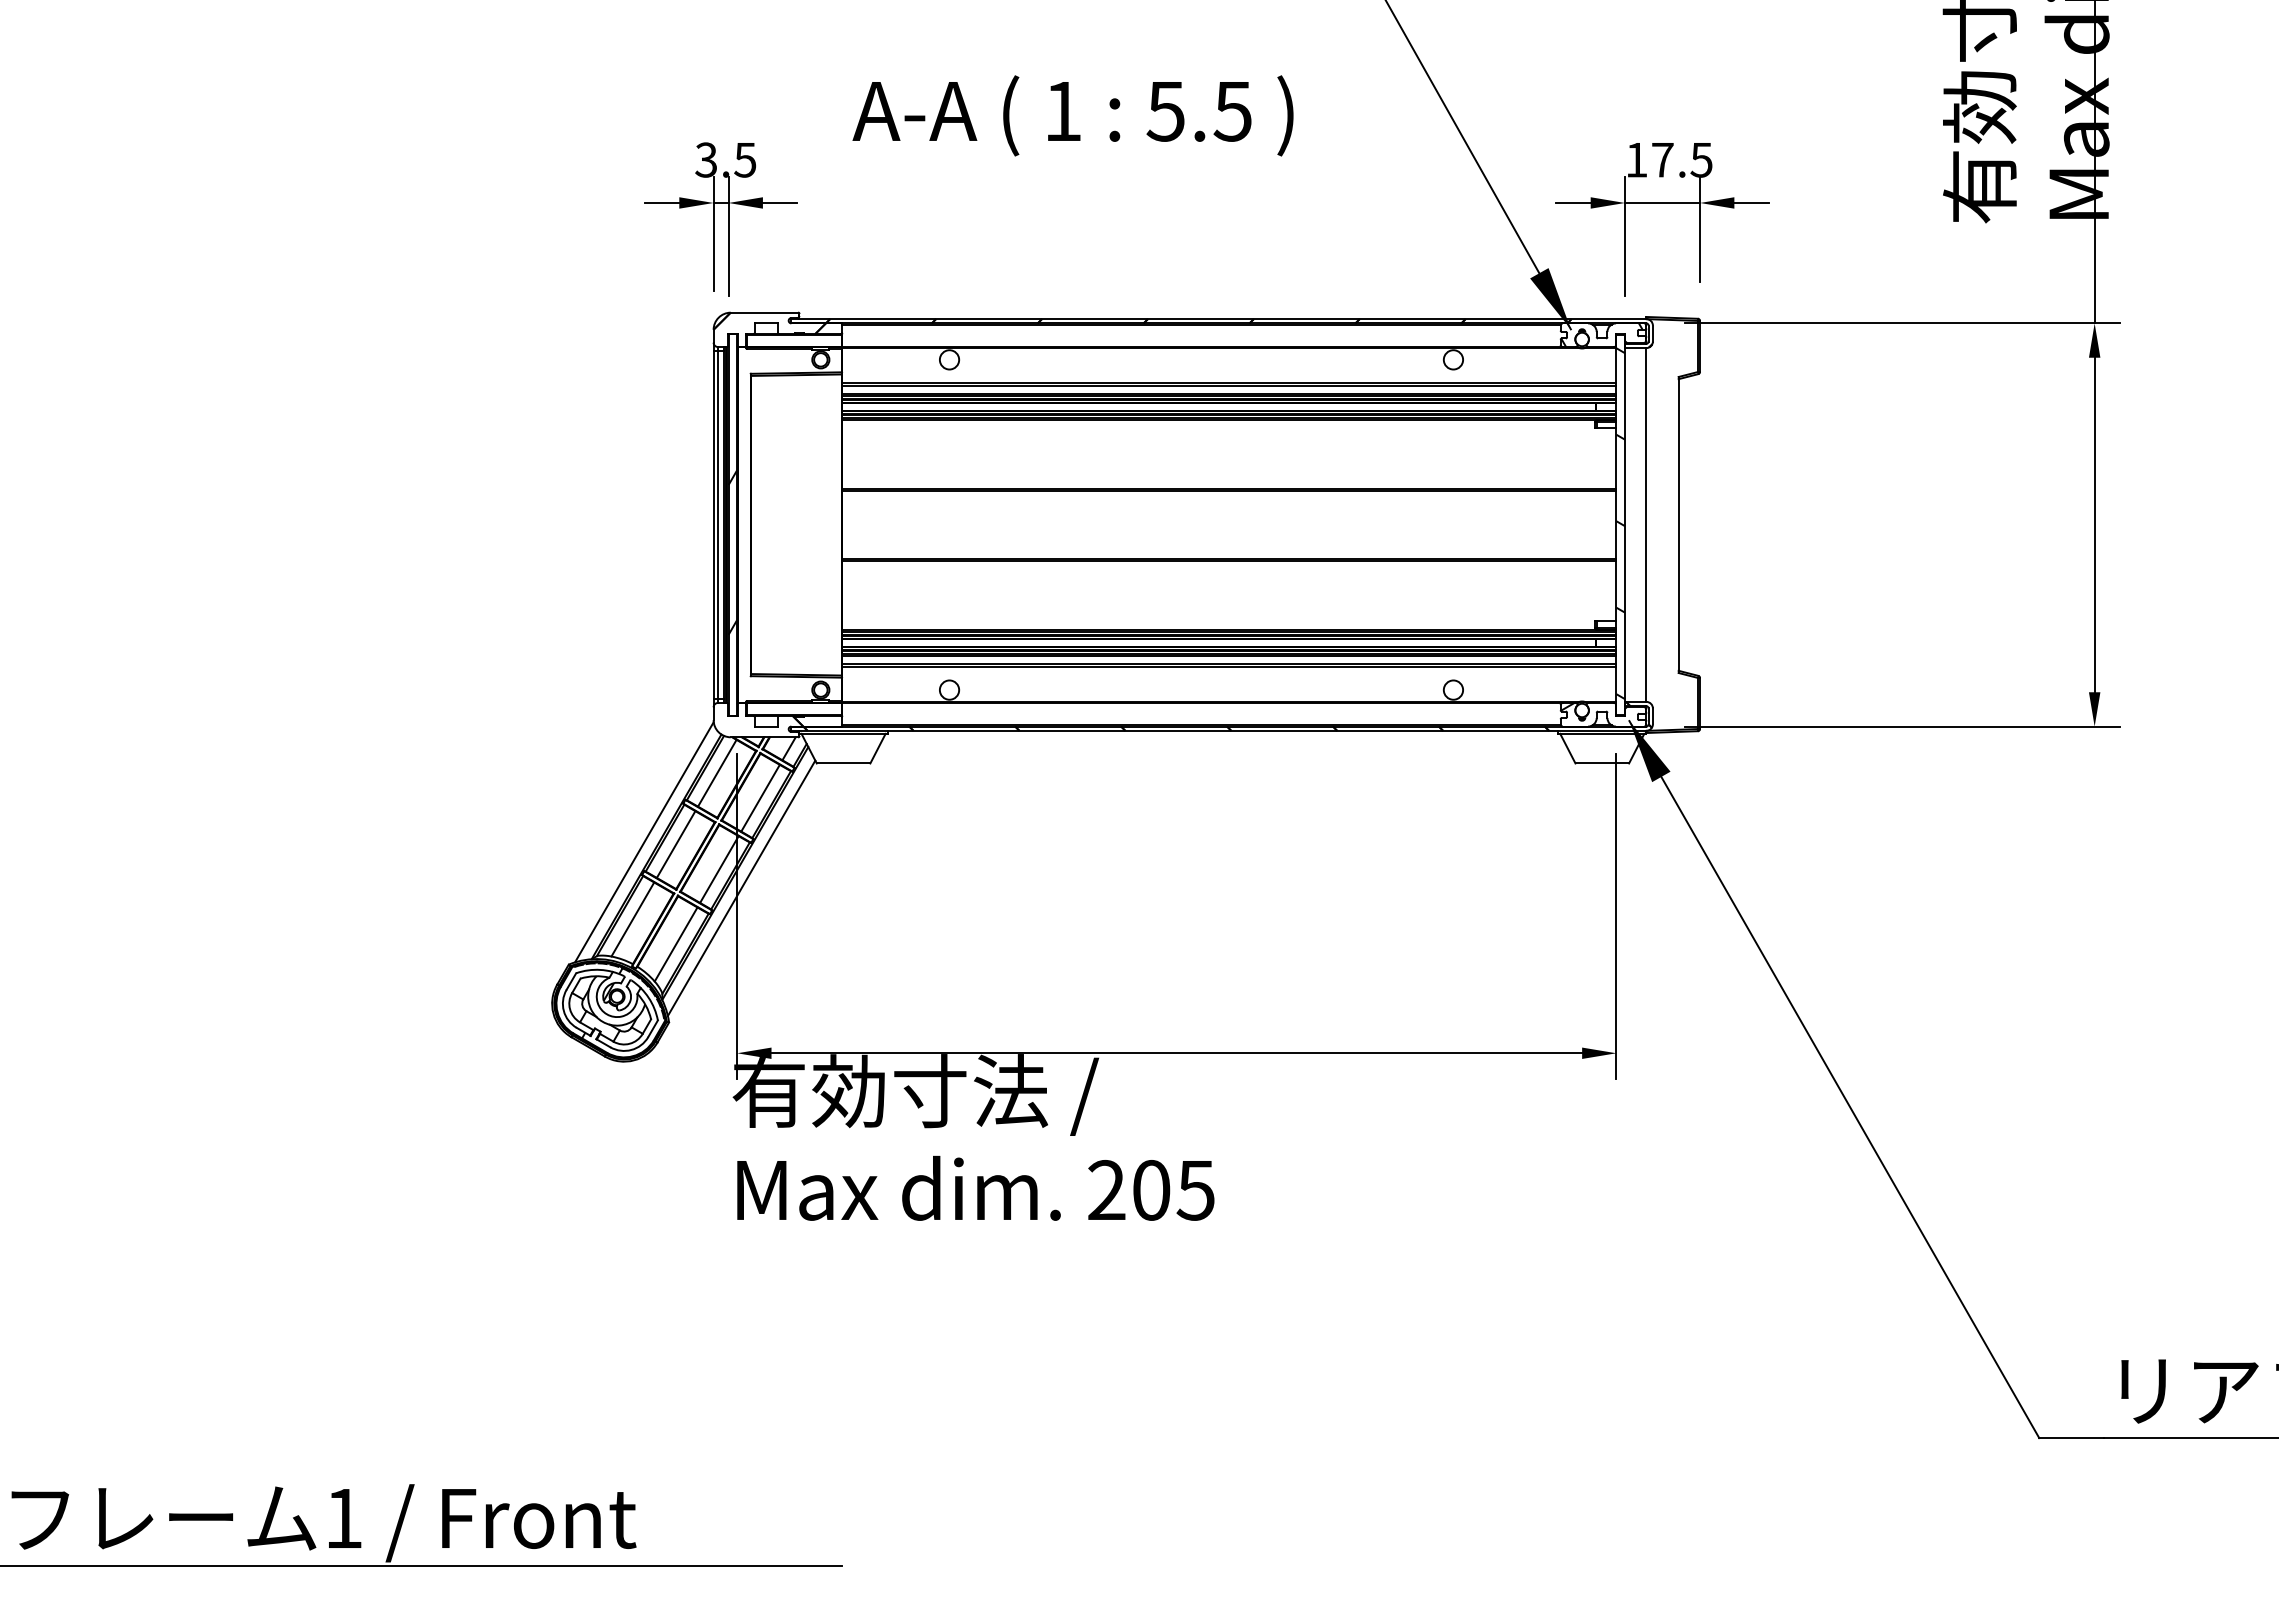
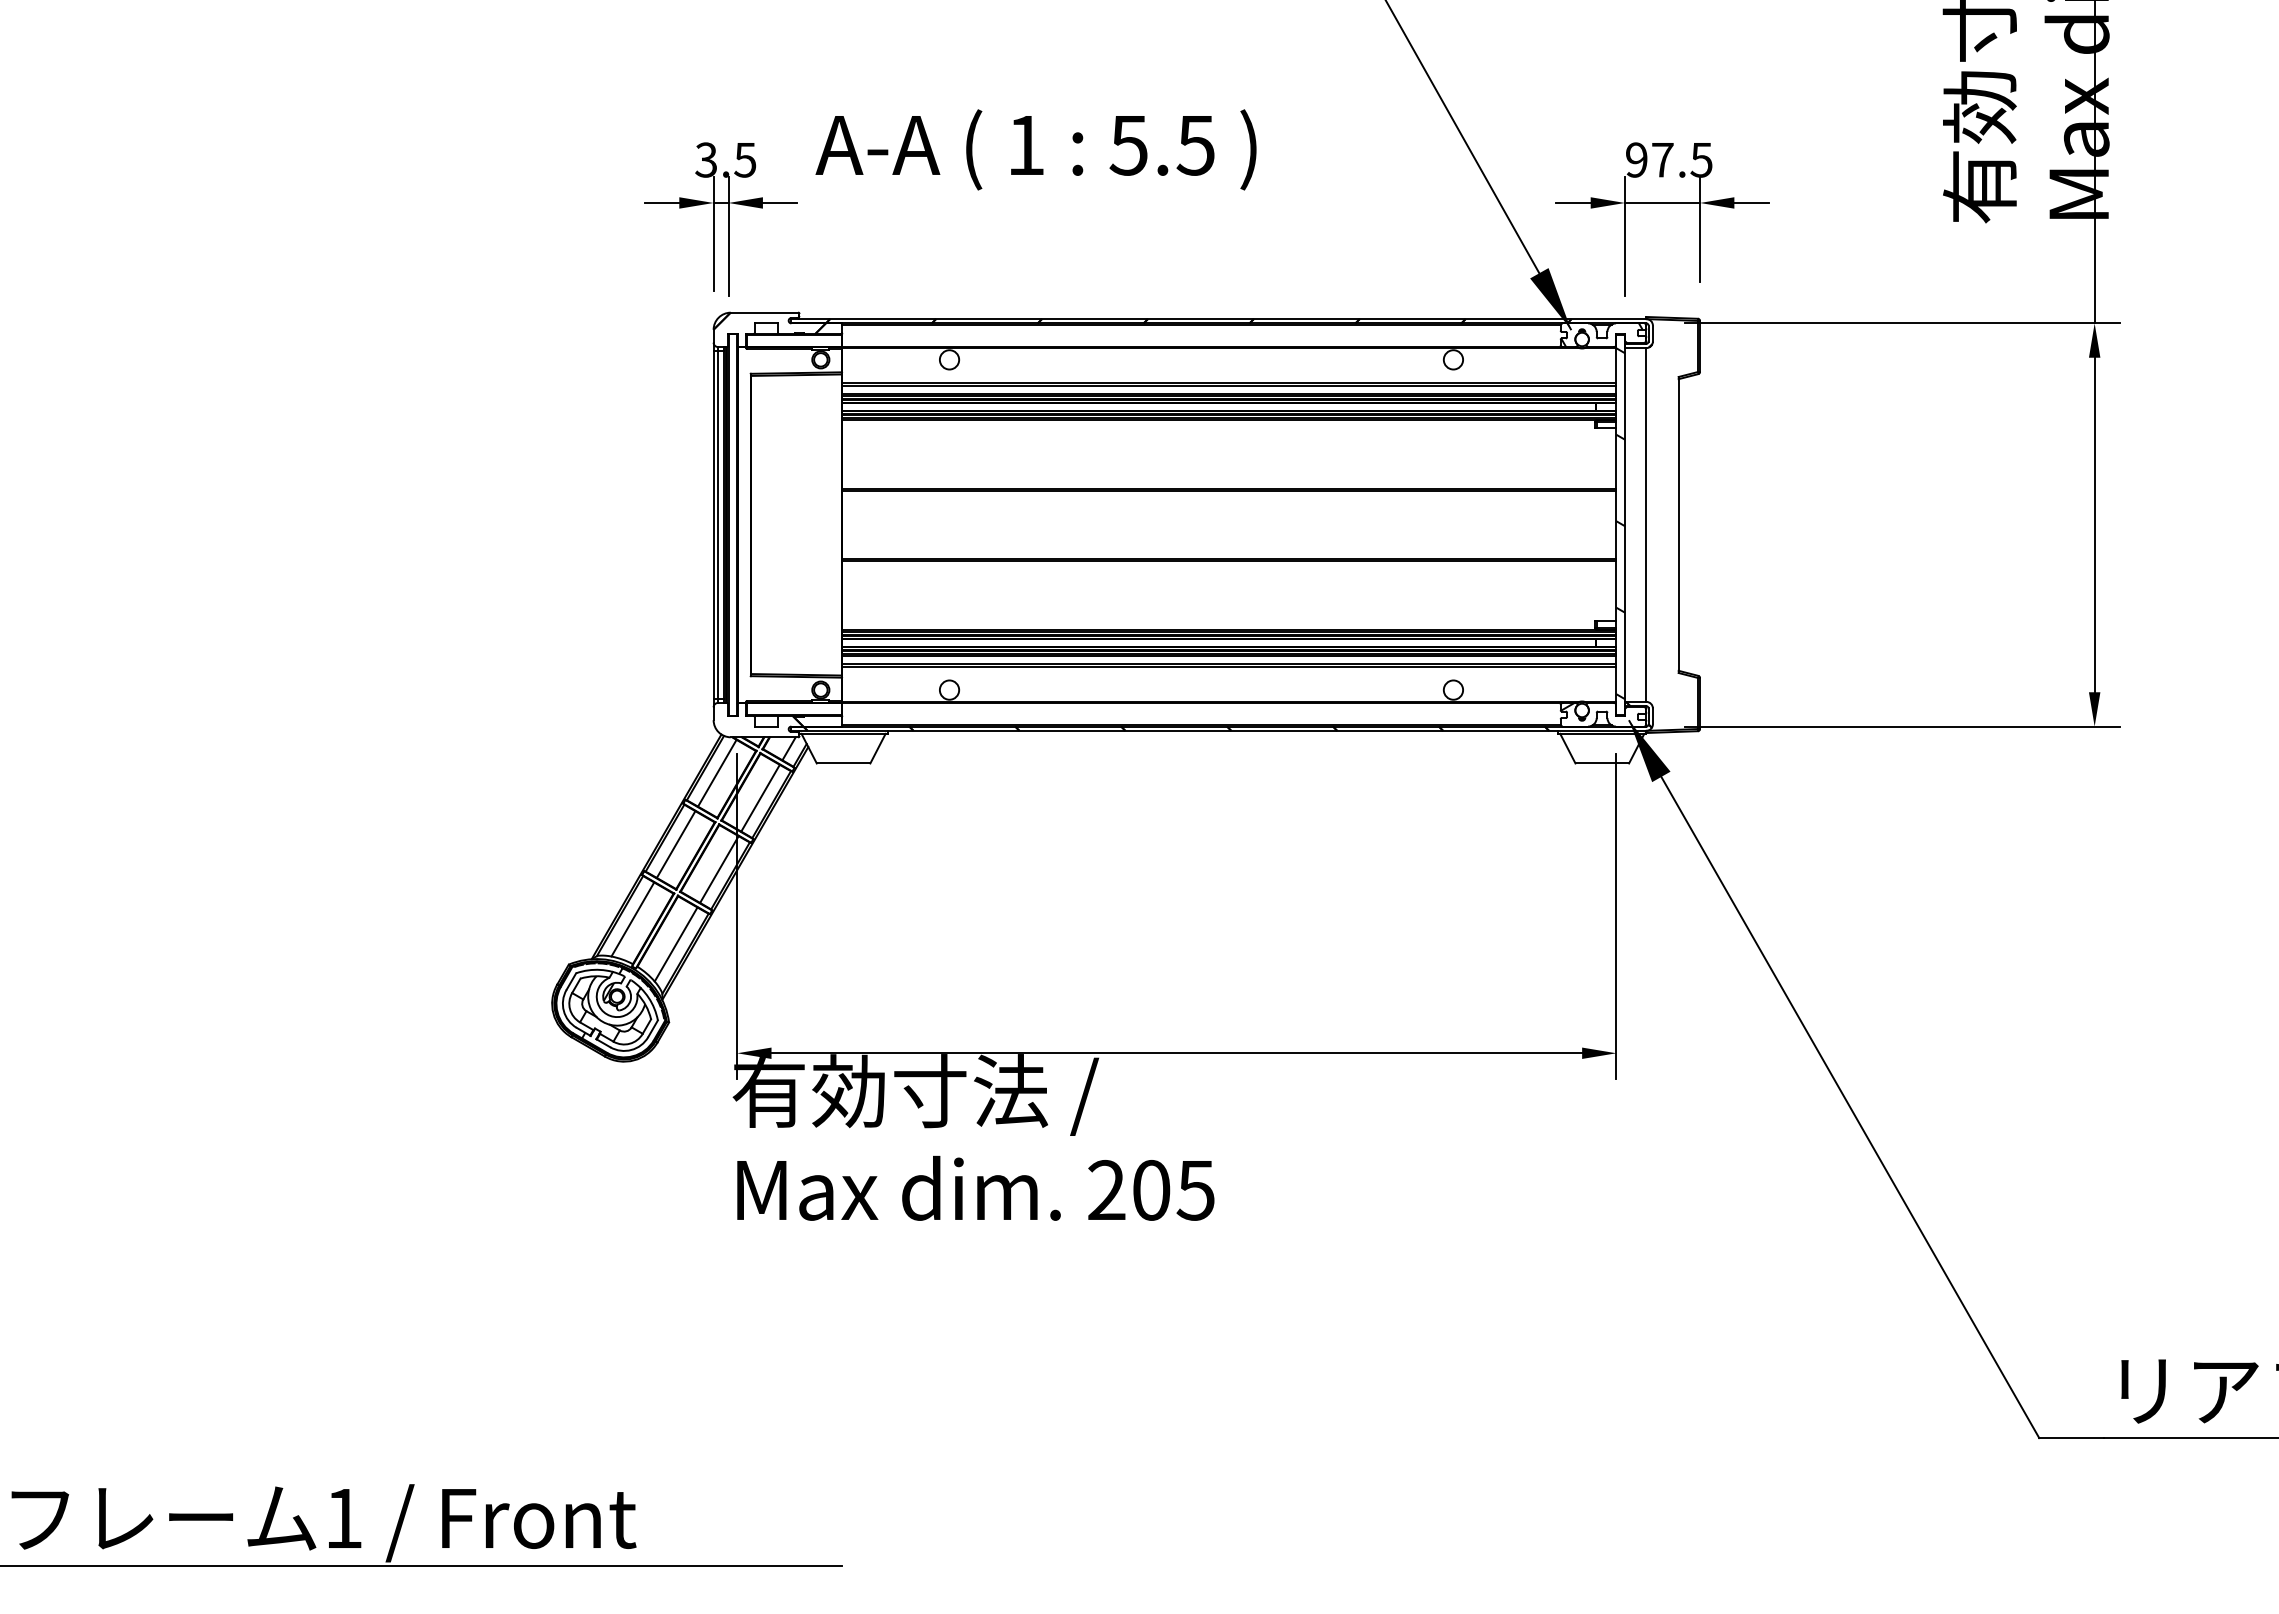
text at (1072, 115) position: (1072, 115) -> (1035, 149)
text at (1636, 159): 17.5 -> 97.5
hatch at (732, 484): present -> none
line at (644, 842): present -> none
line at (741, 887): present -> none
